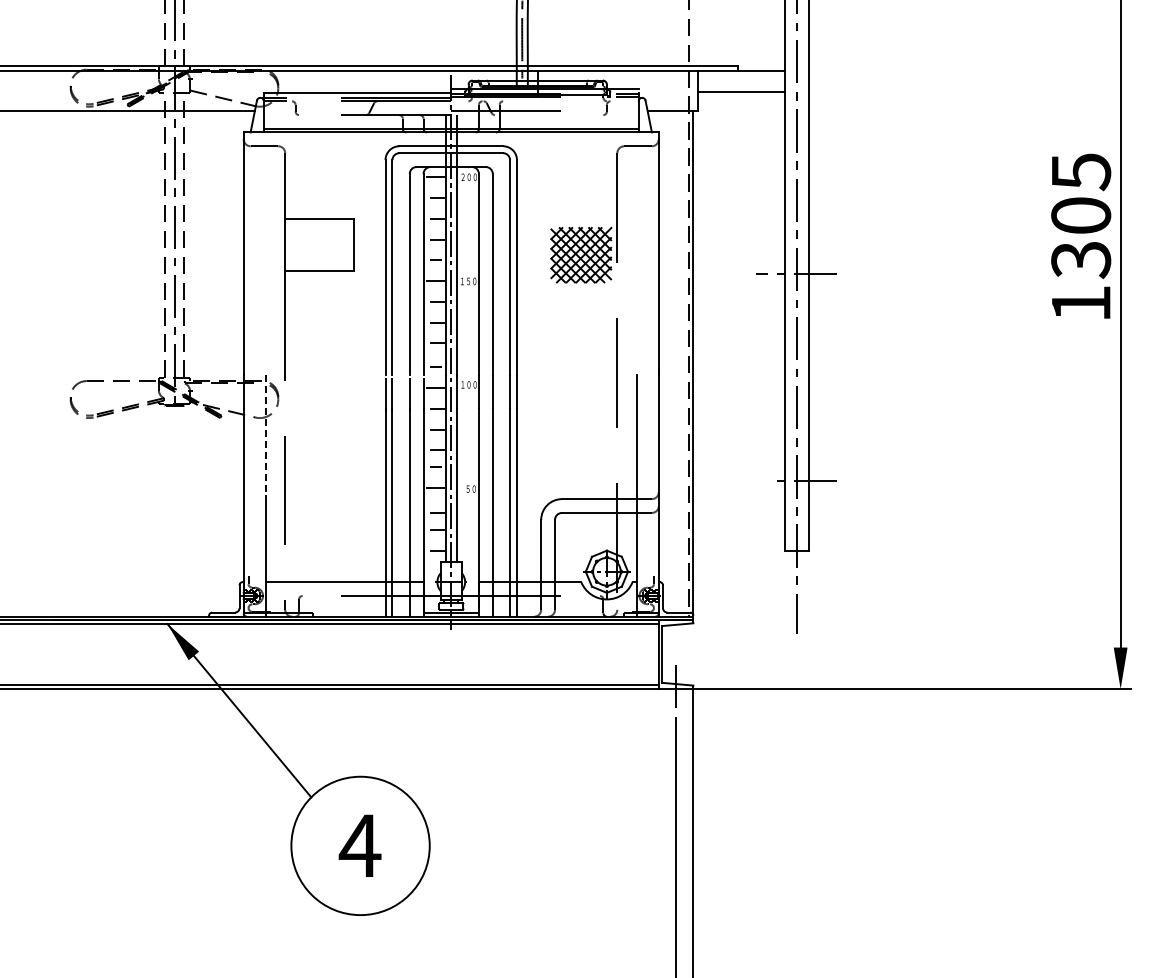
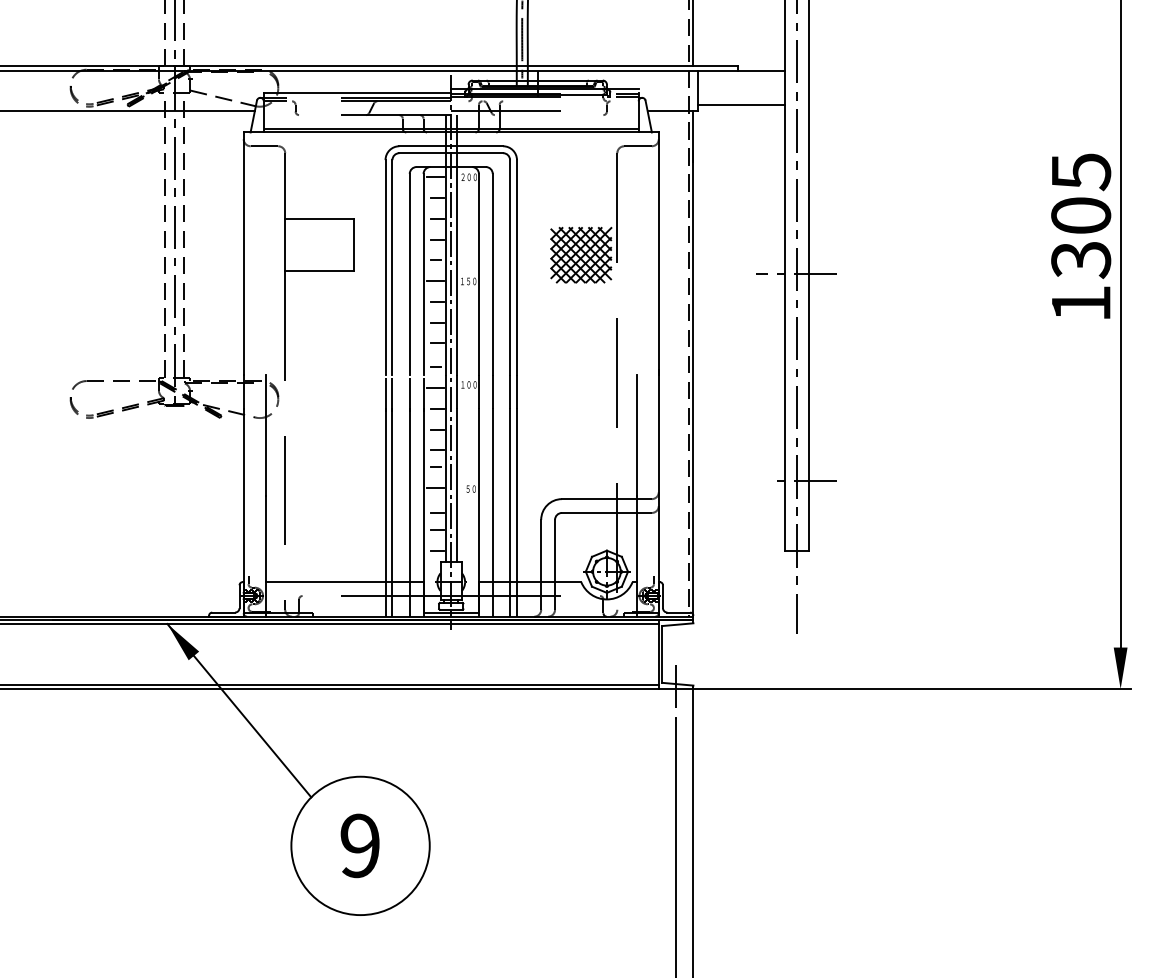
line at (693, 34): none -> present
line at (741, 92) position: (741, 92) -> (741, 105)
line at (265, 435): dashed -> solid
text at (359, 845): 4 -> 9
